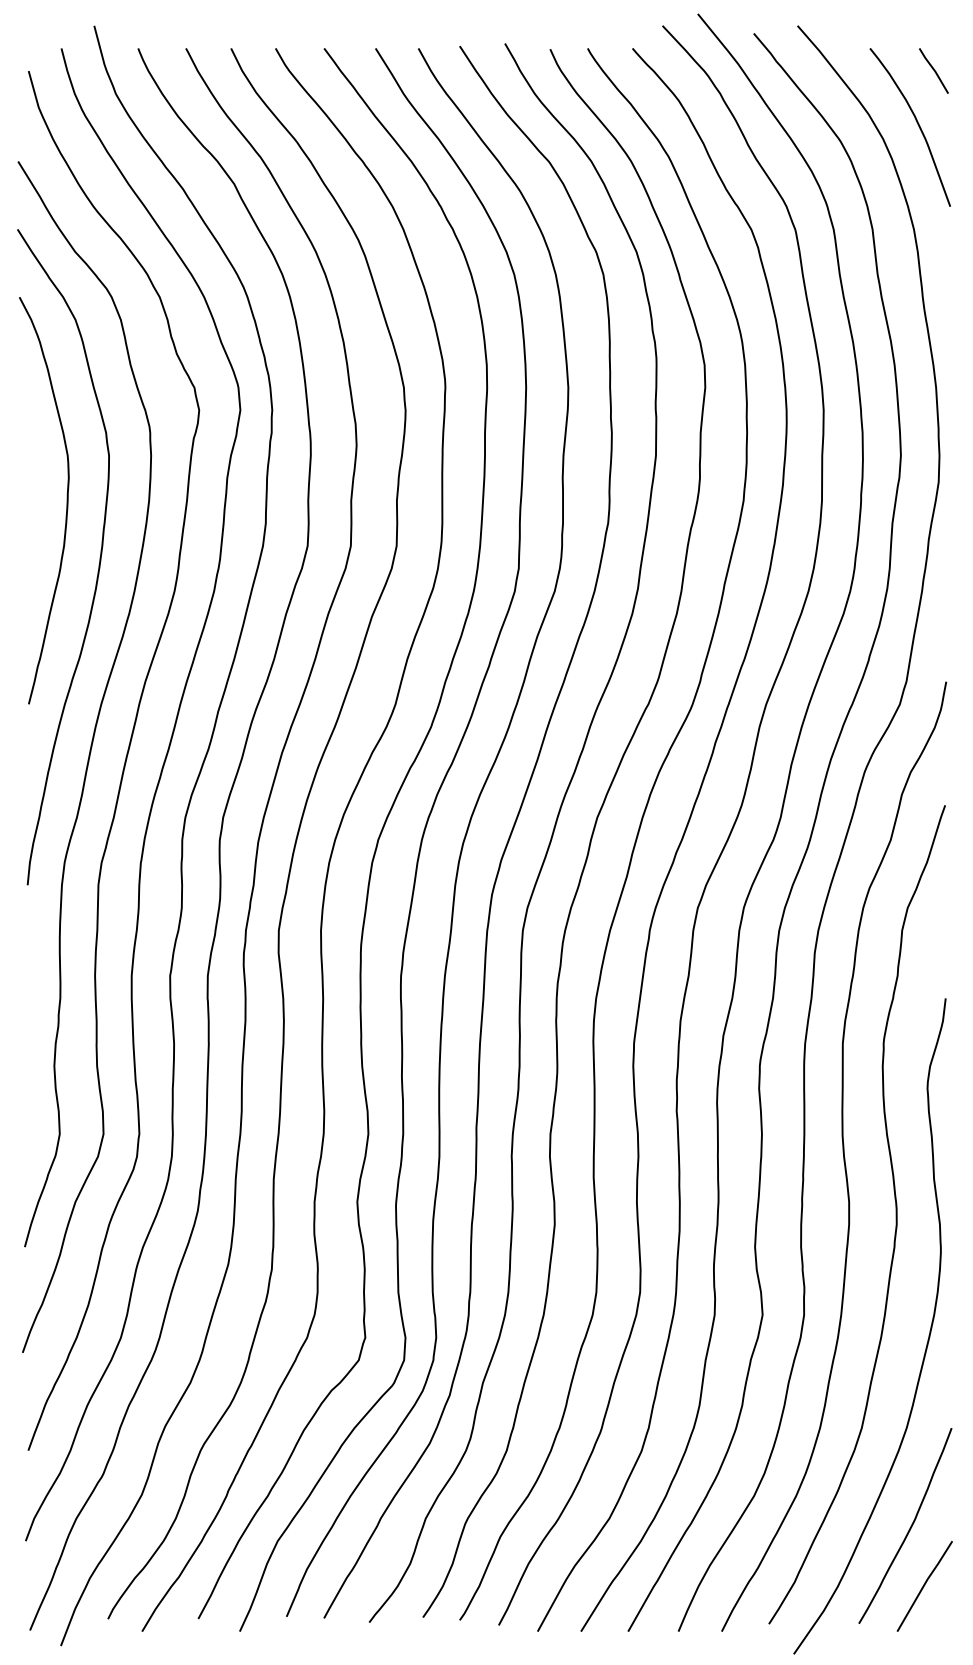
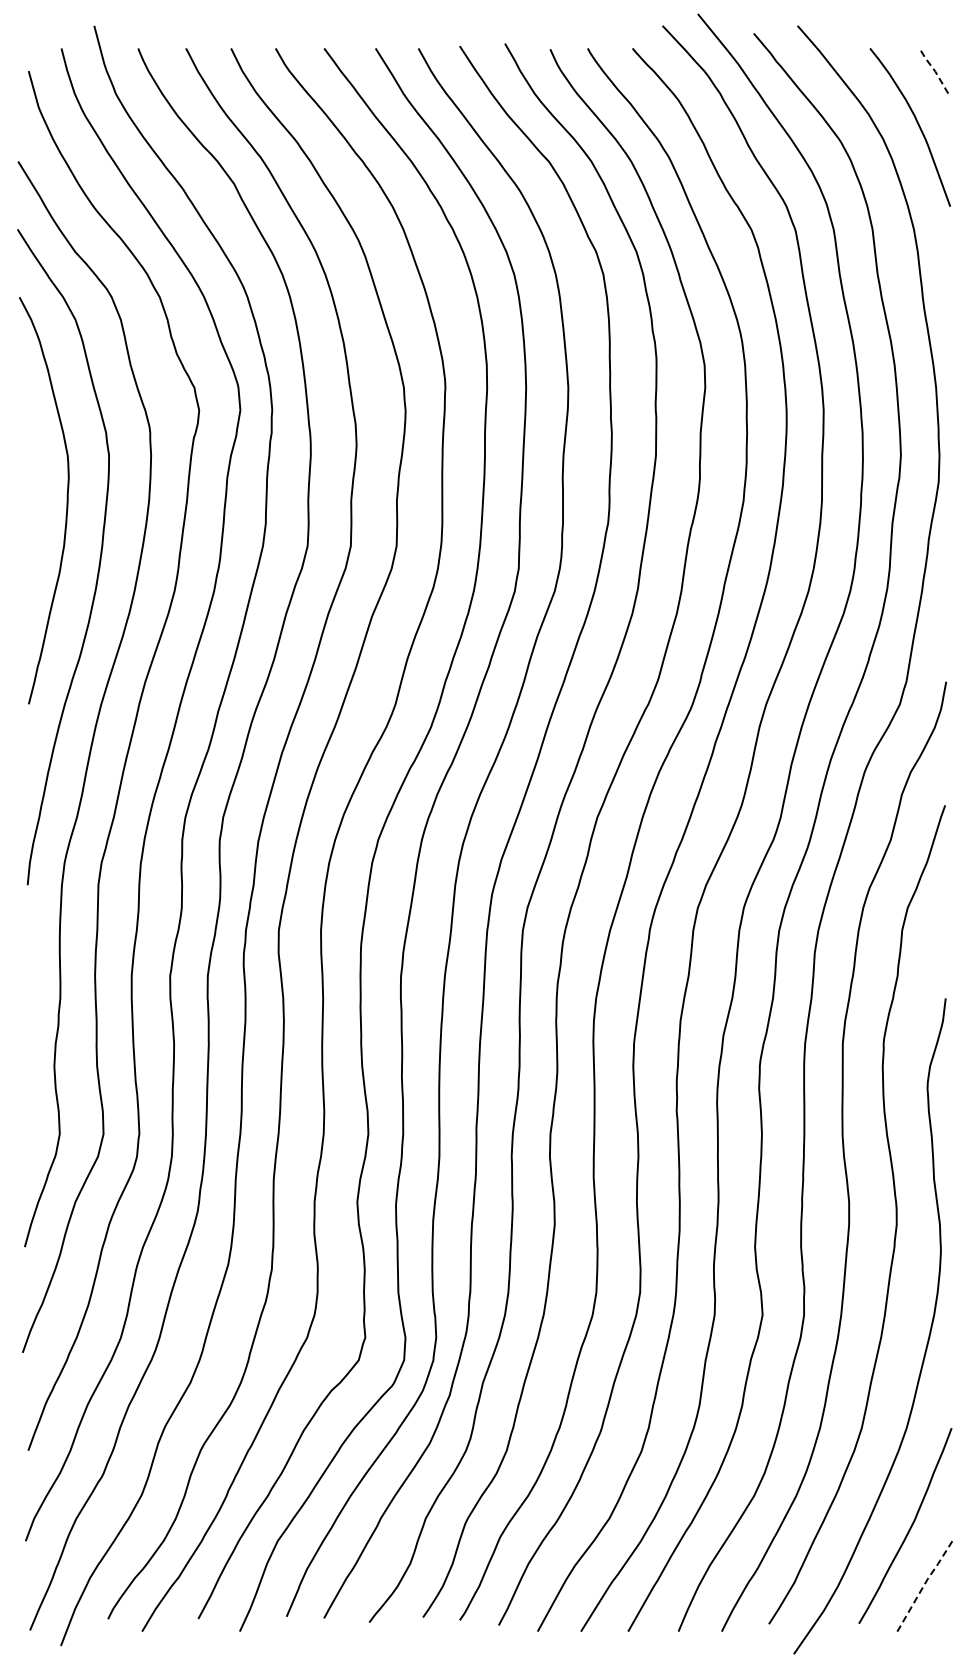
line at (934, 70): solid -> dashed
line at (924, 1585): solid -> dashed
